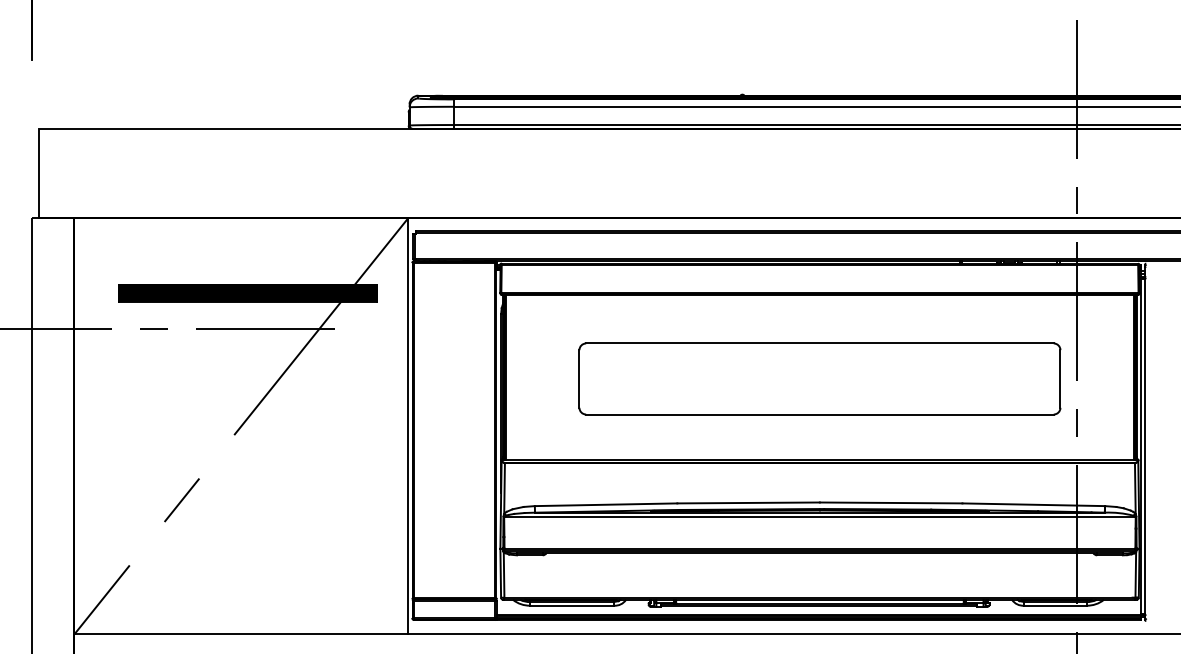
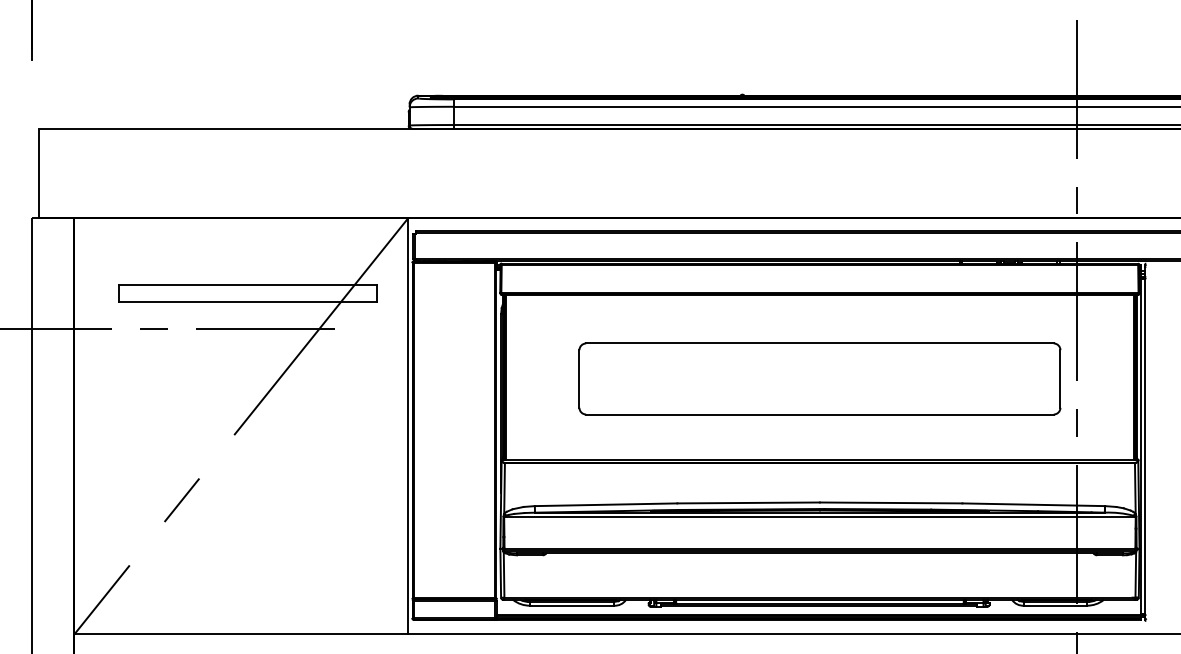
hatch at (247, 292): present -> none
